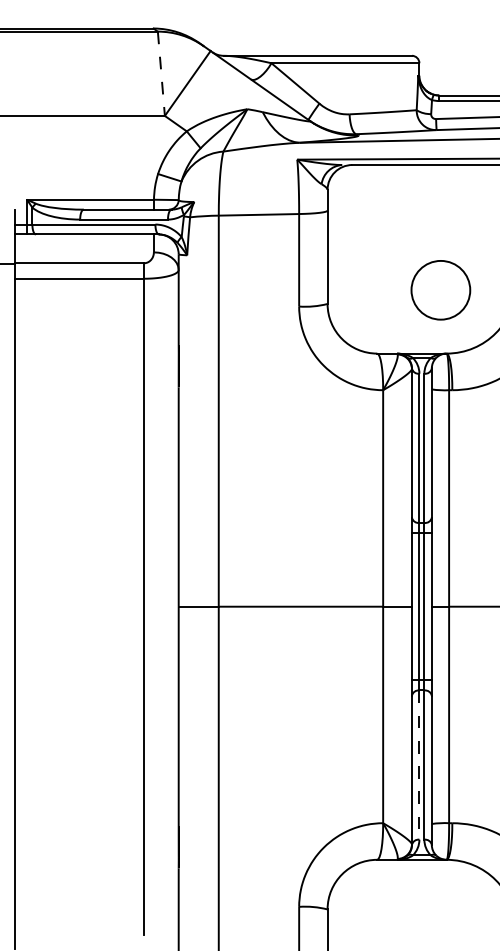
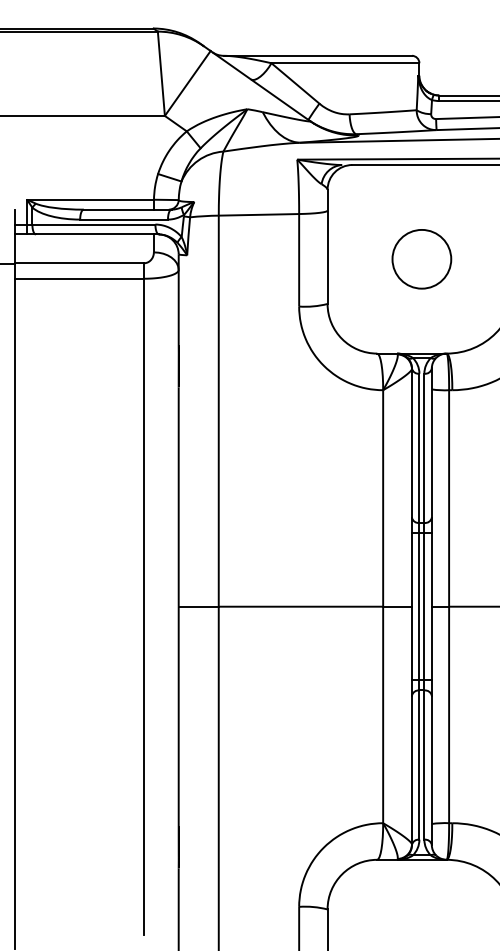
line at (161, 74): dashed -> solid
circle at (440, 290) position: (440, 290) -> (421, 259)
line at (419, 765): dashed -> solid
